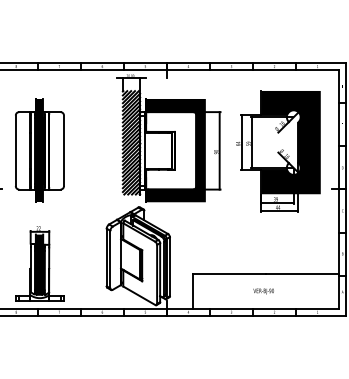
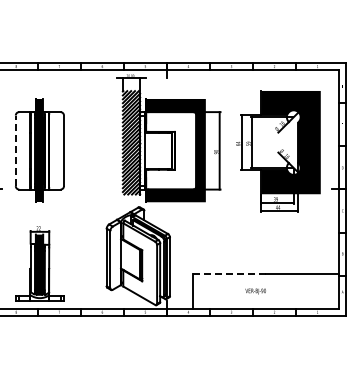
line at (15, 150): solid -> dashed
line at (229, 274): solid -> dashed
text at (263, 291) position: (263, 291) -> (255, 291)
